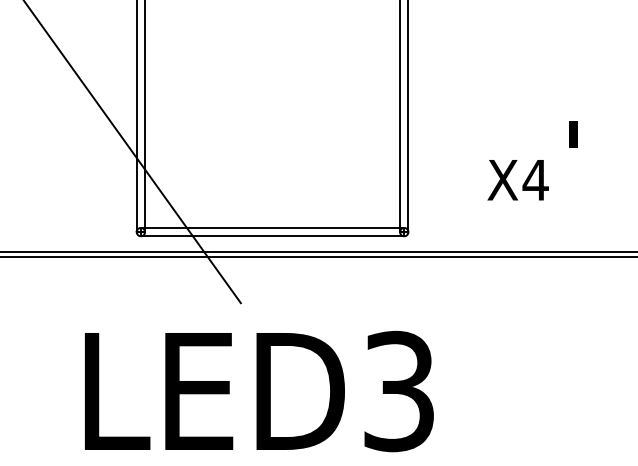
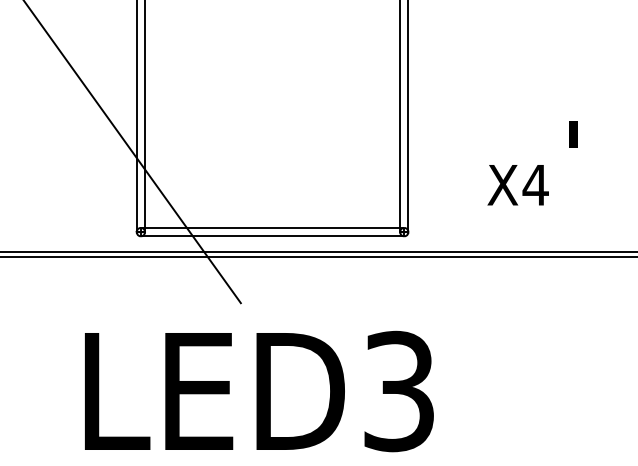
text at (517, 180) position: (517, 180) -> (517, 185)
